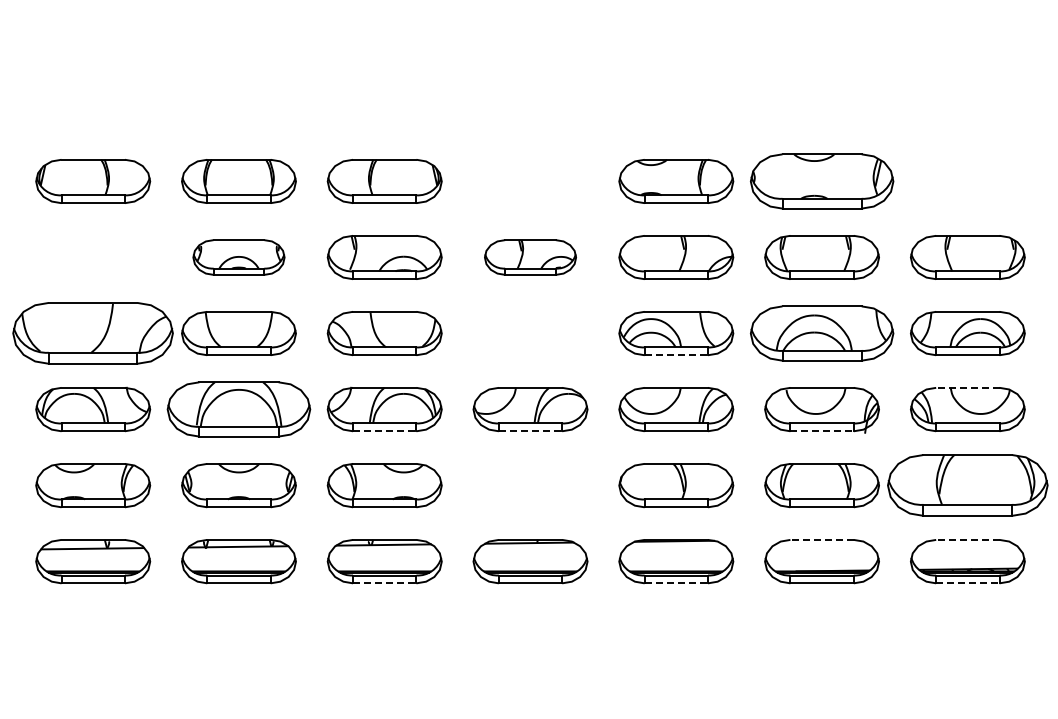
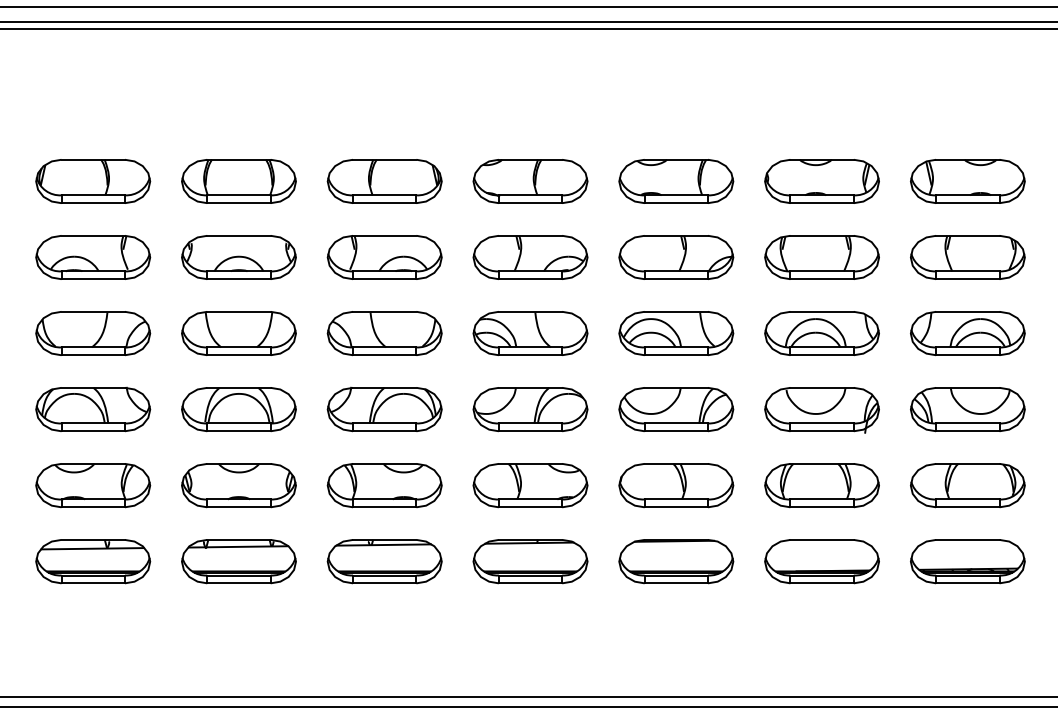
line at (528, 7): none -> present
line at (528, 21): none -> present
line at (528, 29): none -> present
part at (530, 181): none -> present
part at (822, 181) size: 145x57 px -> 116x45 px
part at (967, 181): none -> present
part at (93, 257): none -> present
part at (238, 257) size: 94x37 px -> 116x45 px
part at (530, 257) size: 93x37 px -> 117x45 px
part at (92, 333) size: 162x63 px -> 117x46 px
part at (530, 333): none -> present
part at (822, 333) size: 145x57 px -> 116x45 px
line at (676, 355): dashed -> solid
line at (967, 387): dashed -> solid
part at (238, 409) size: 146x57 px -> 116x46 px
line at (384, 431): dashed -> solid
line at (530, 431): dashed -> solid
line at (822, 431): dashed -> solid
part at (530, 485): none -> present
part at (967, 485) size: 162x63 px -> 116x46 px
line at (822, 539): dashed -> solid
line at (967, 539): dashed -> solid
line at (384, 583): dashed -> solid
line at (676, 583): dashed -> solid
line at (967, 583): dashed -> solid
line at (528, 697): none -> present
line at (528, 706): none -> present
